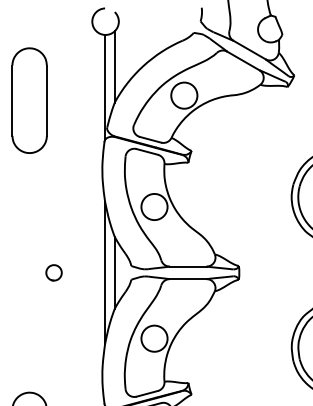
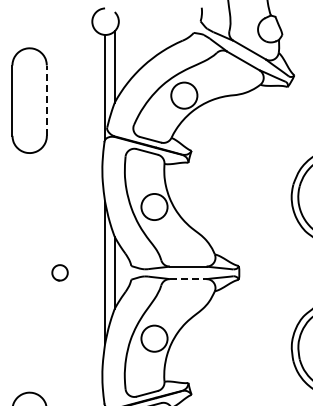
line at (46, 100): solid -> dashed
part at (53, 272) position: (53, 272) -> (59, 272)
line at (188, 279): solid -> dashed
